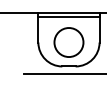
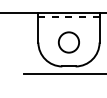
line at (68, 17): solid -> dashed
circle at (68, 42) size: 32x31 px -> 22x23 px
